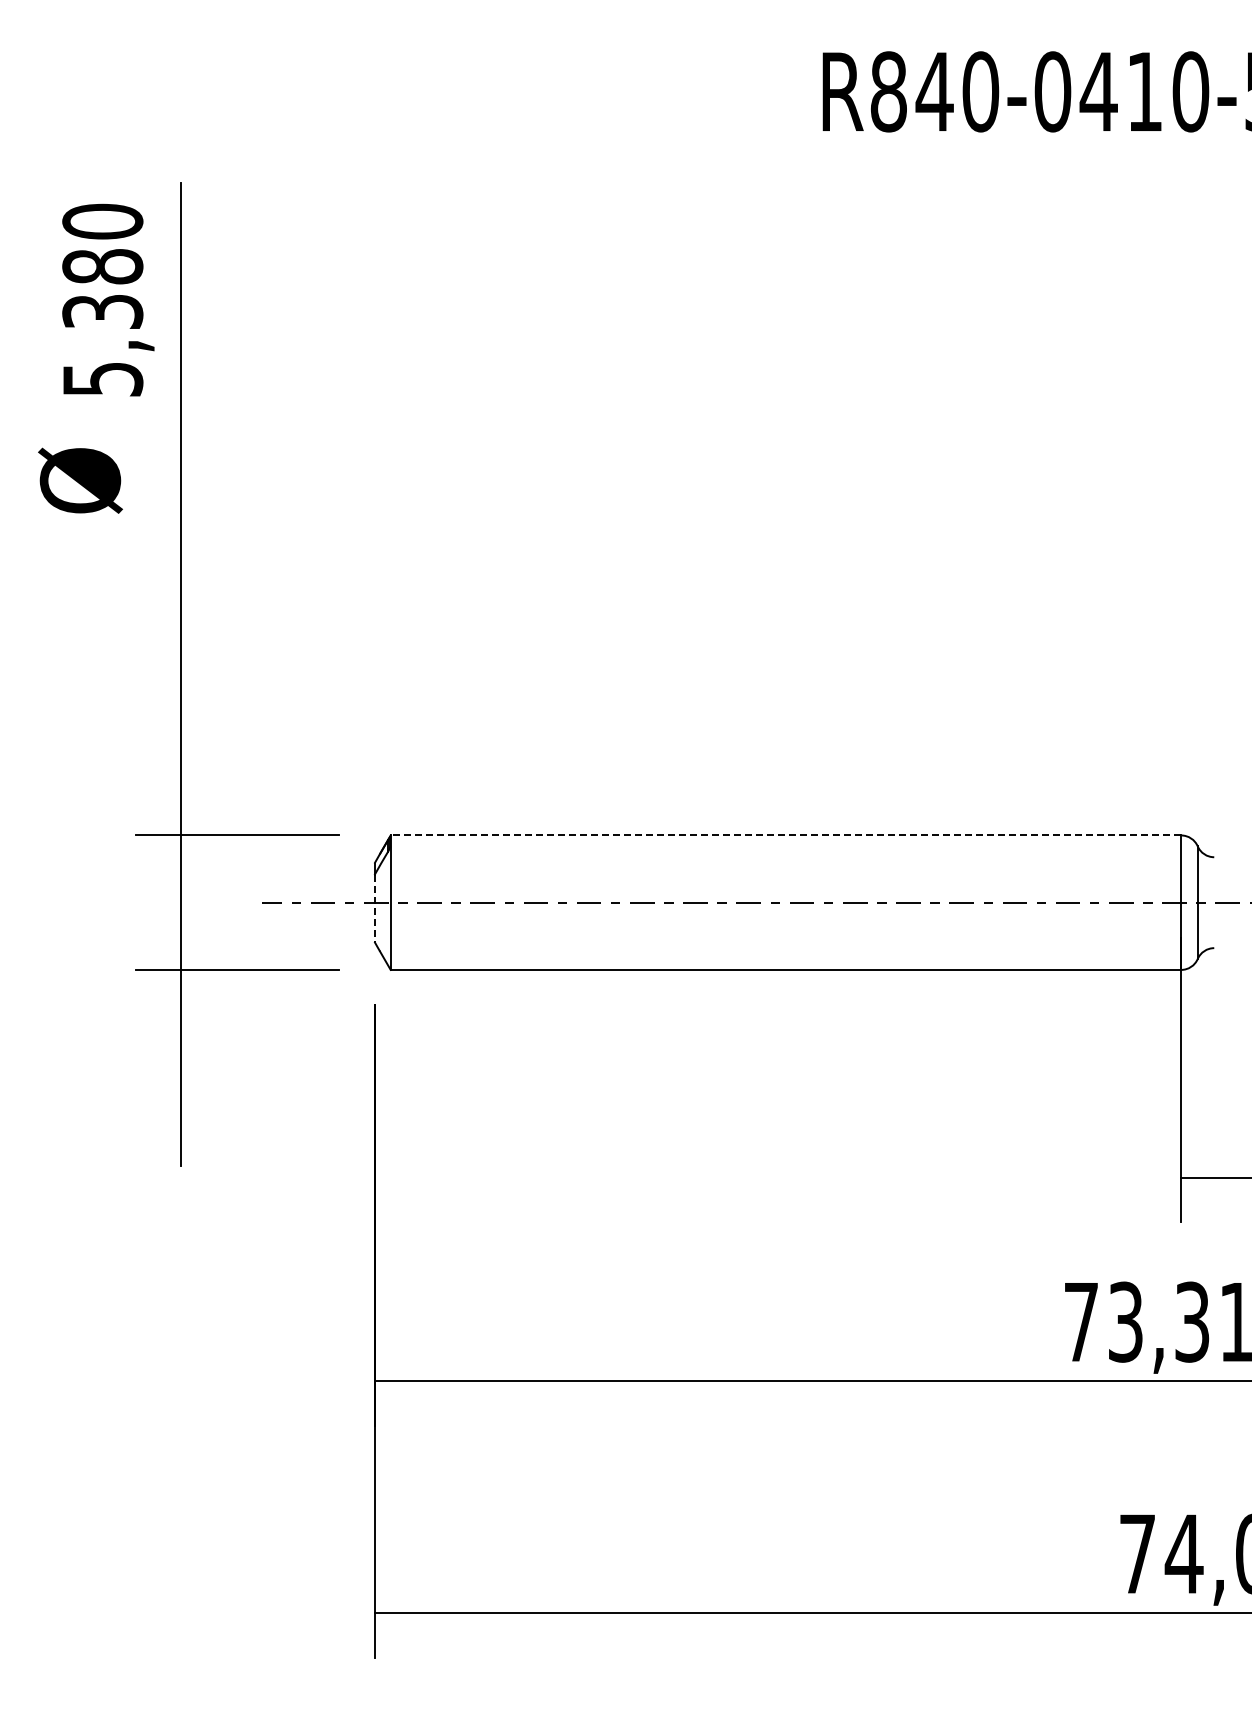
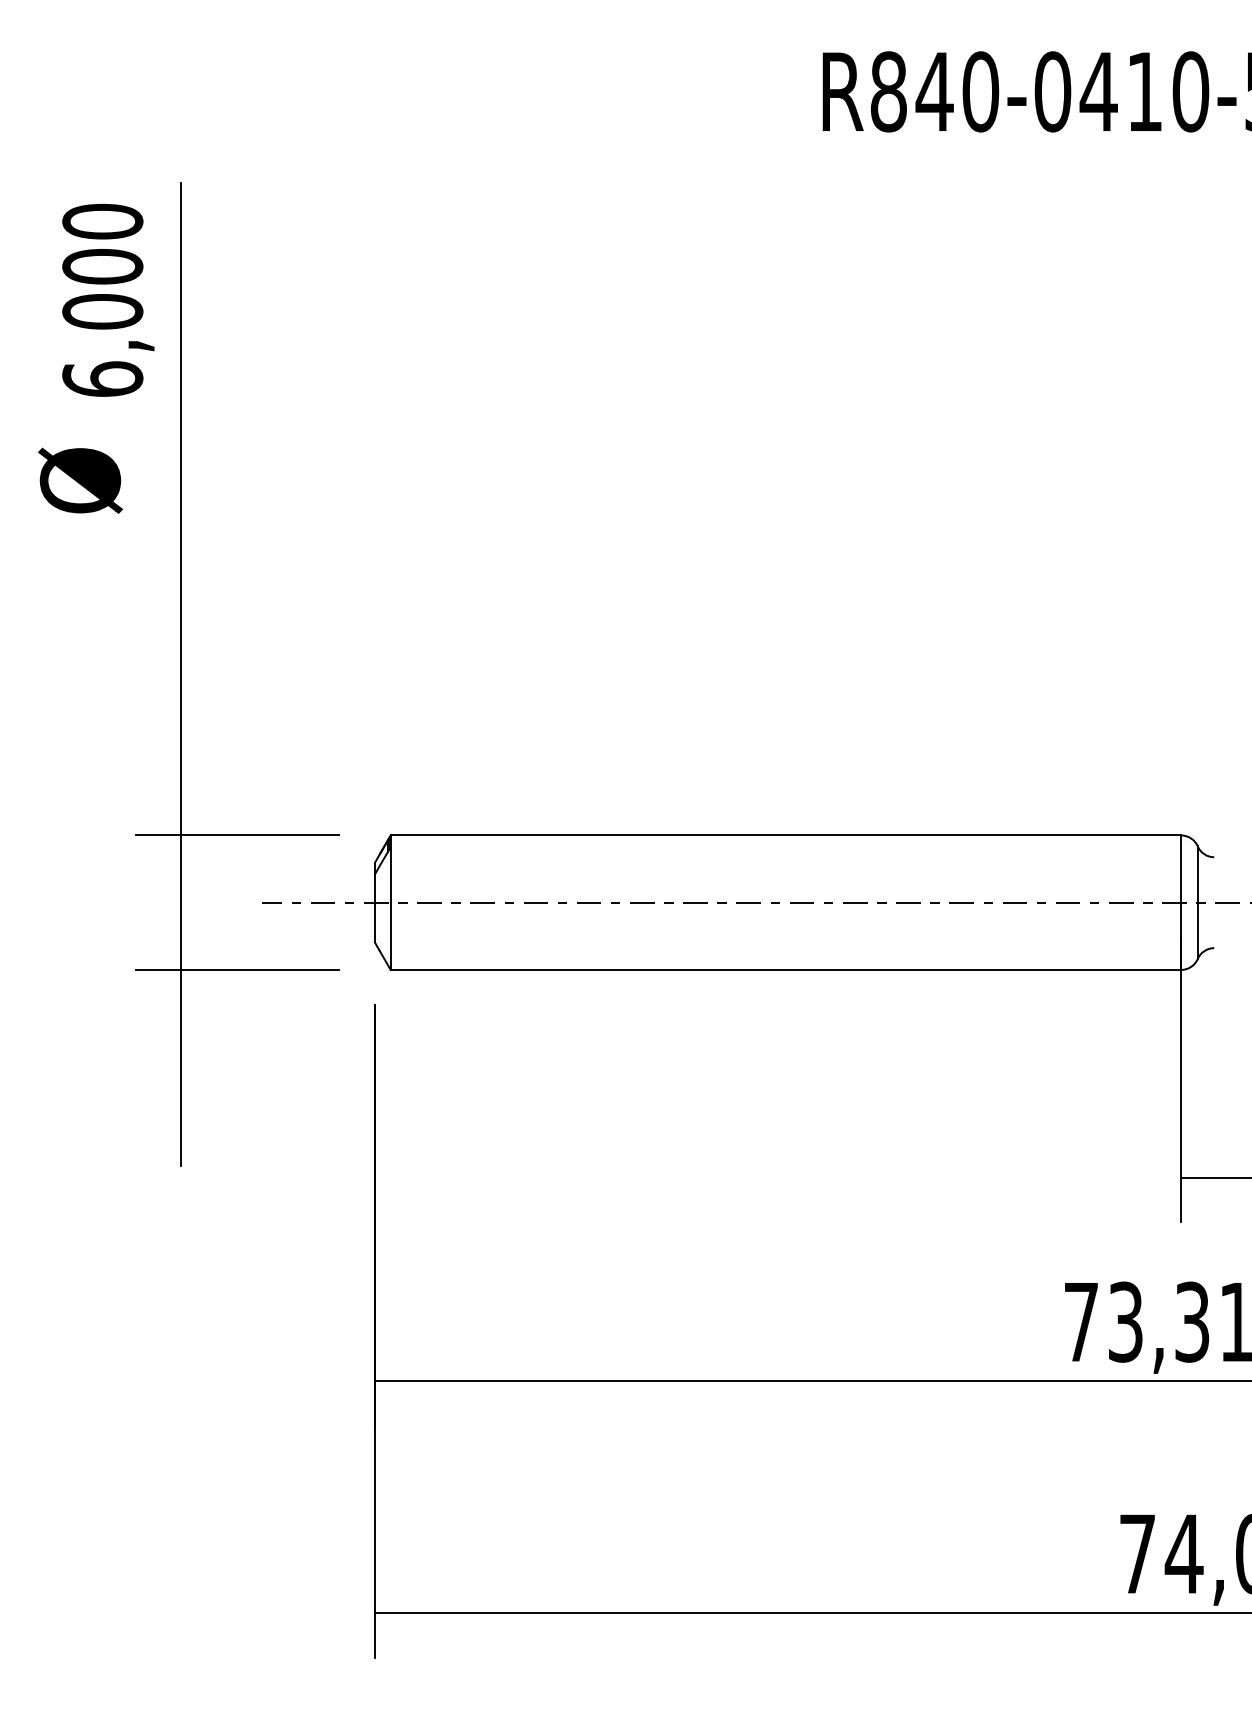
text at (102, 322): 5,380 -> 6,000
line at (785, 835): dashed -> solid
line at (374, 908): dashed -> solid
